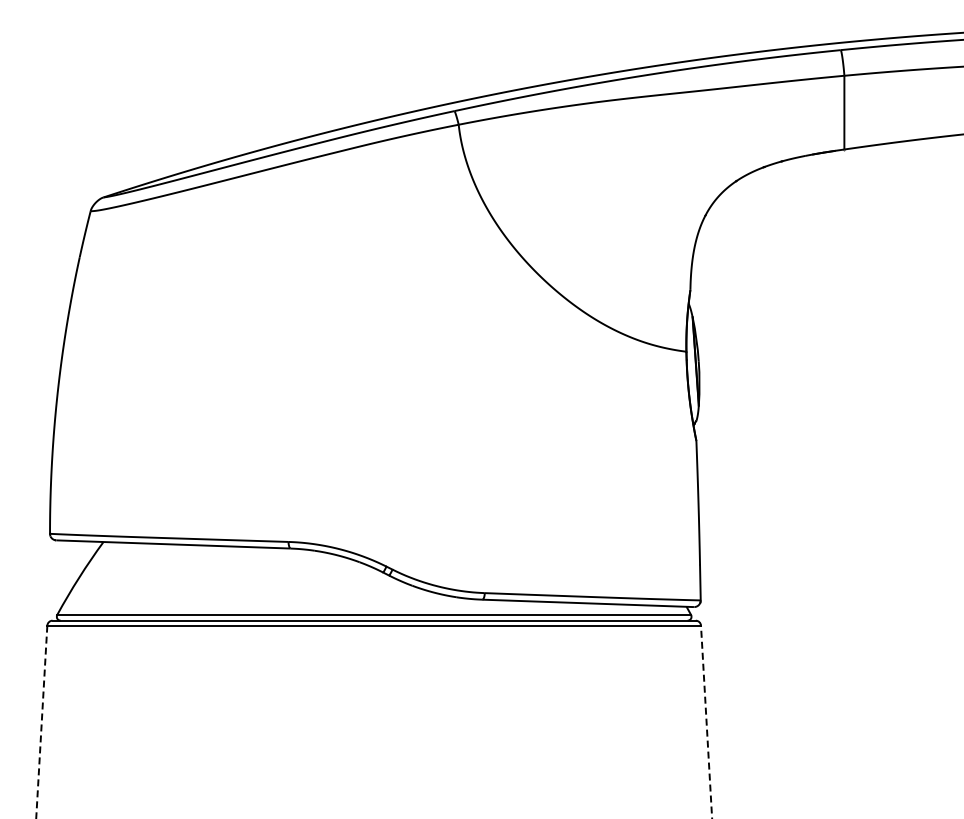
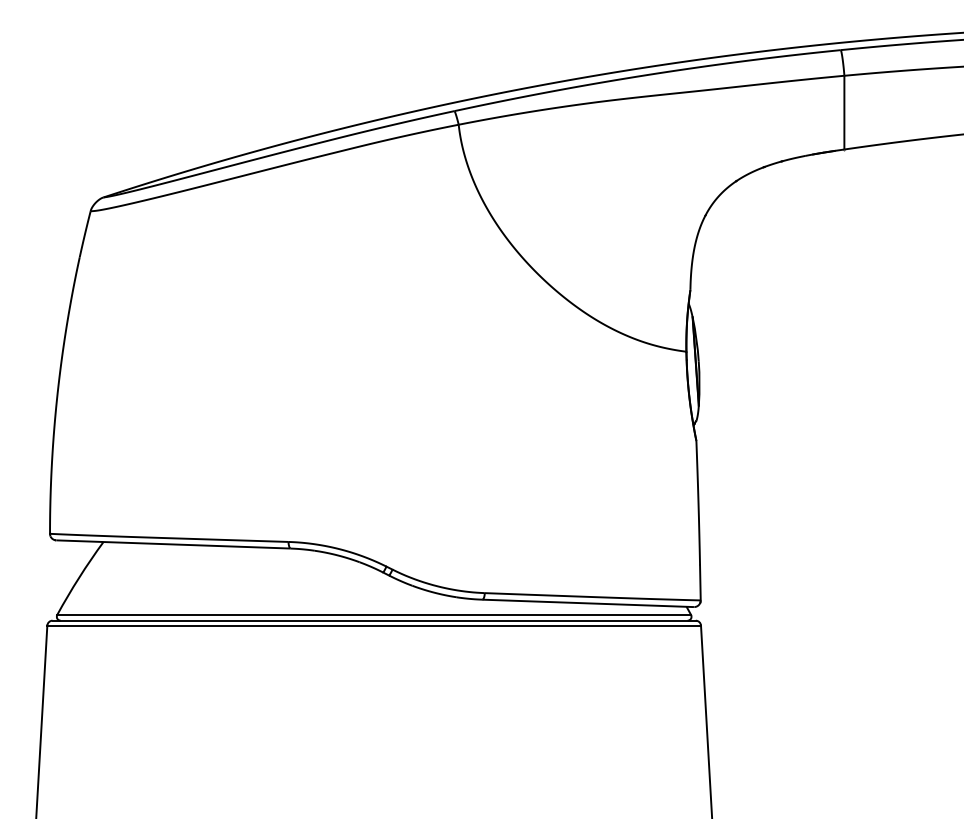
line at (41, 722): dashed -> solid
line at (706, 722): dashed -> solid
